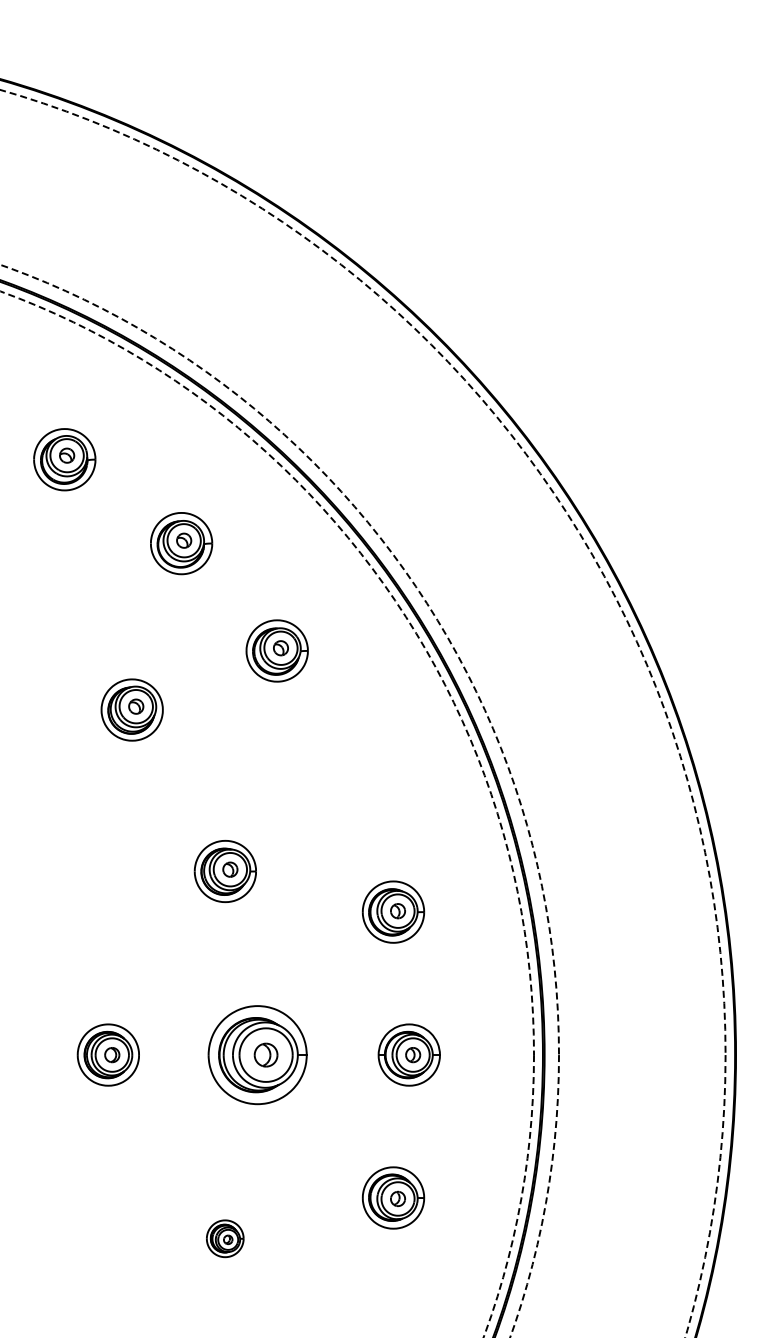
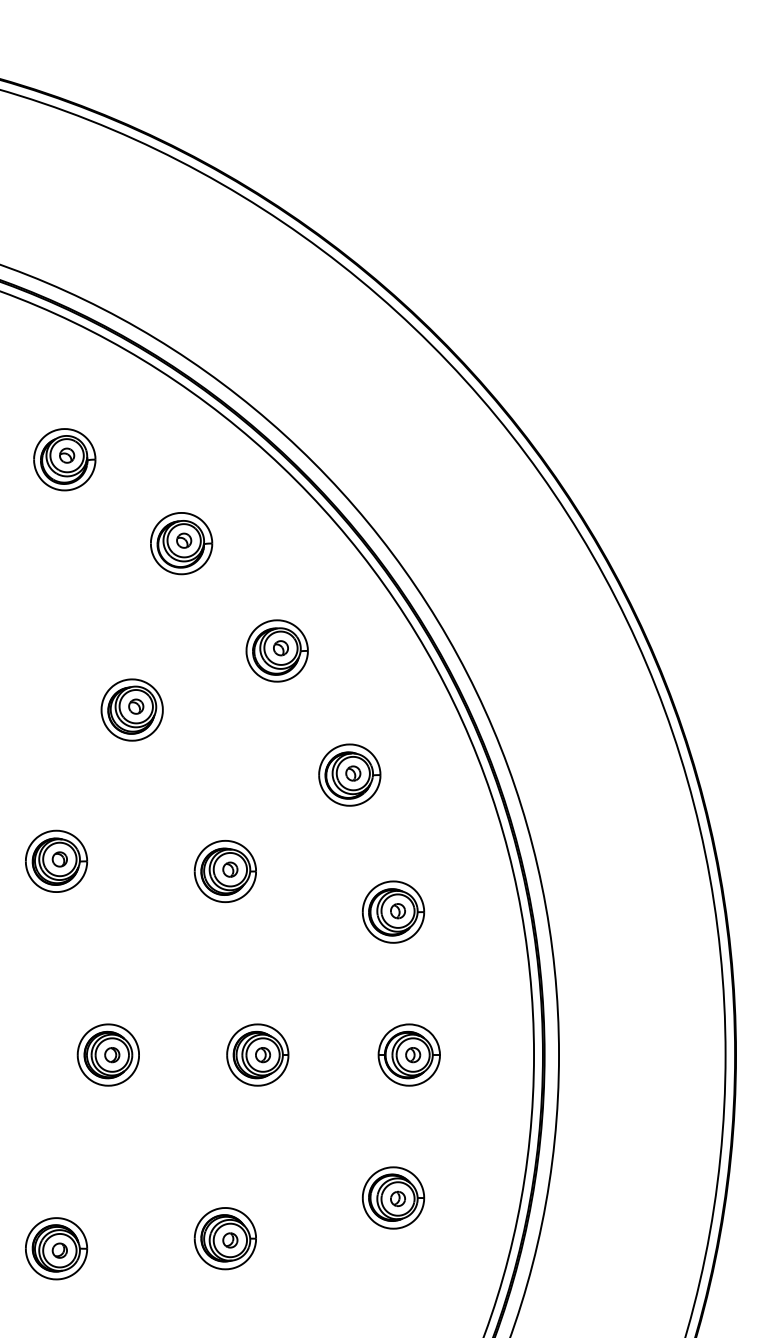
circle at (362, 713): dashed -> solid
part at (349, 774): none -> present
circle at (279, 801): dashed -> solid
circle at (267, 814): dashed -> solid
part at (56, 860): none -> present
part at (257, 1055) size: 101x101 px -> 64x64 px
part at (225, 1238) size: 39x40 px -> 64x64 px
part at (56, 1248): none -> present
